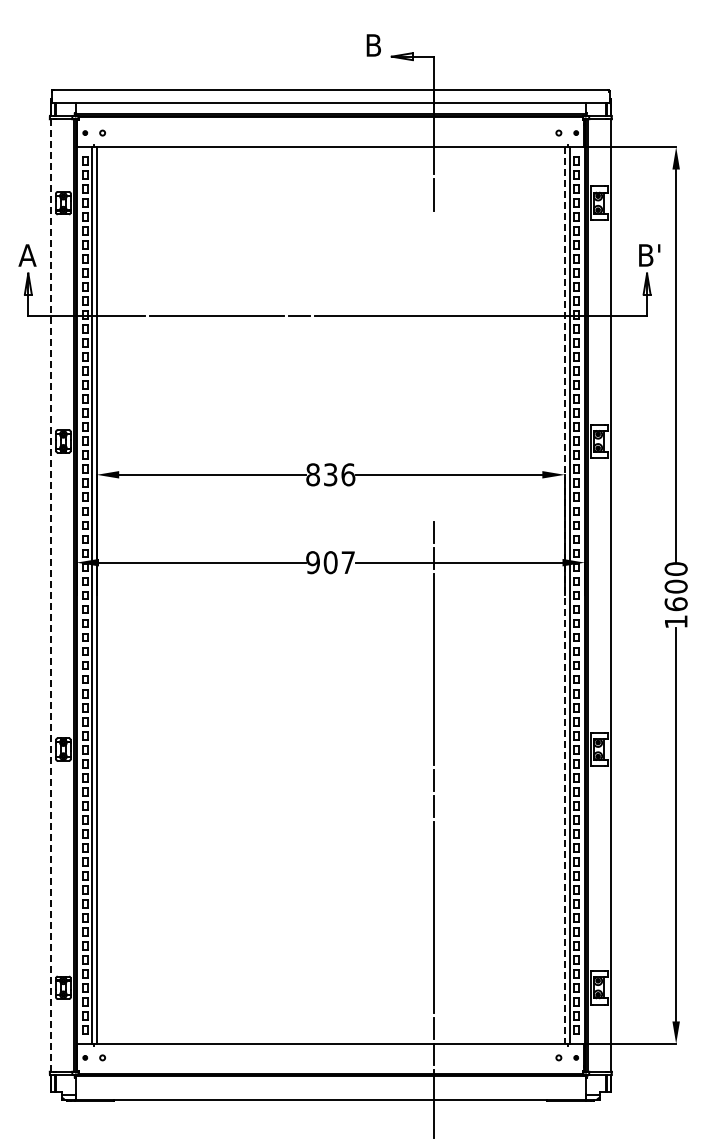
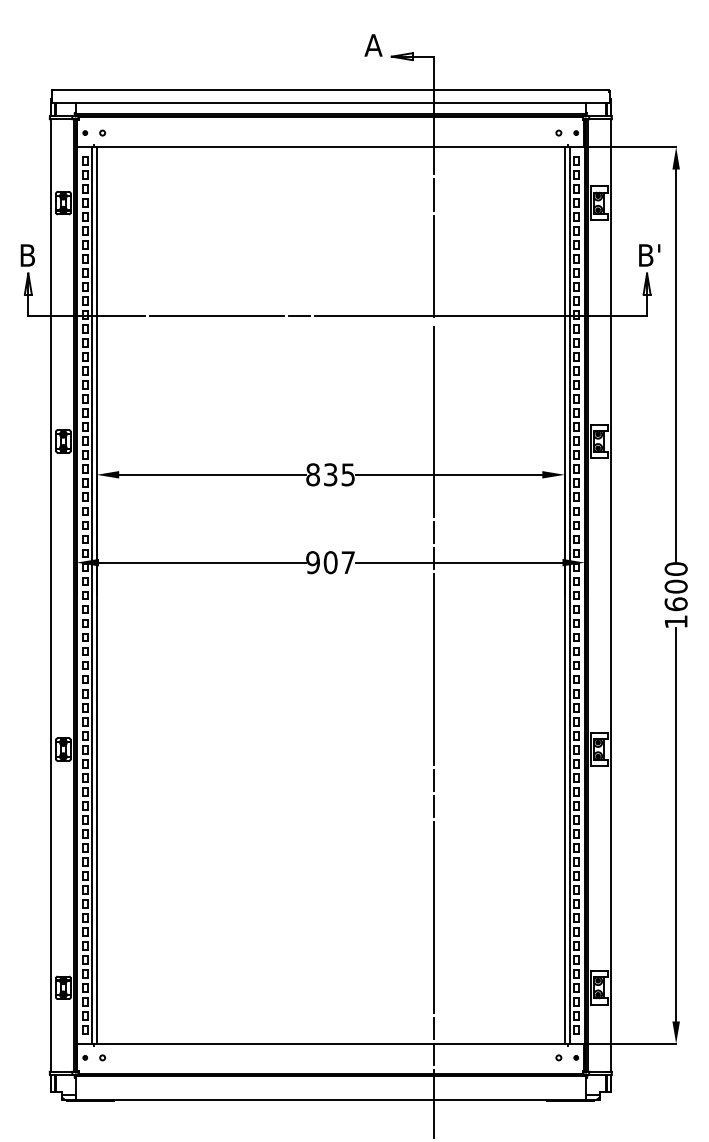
text at (373, 45): B -> A
text at (27, 255): A -> B
line at (433, 266): none -> present
line at (433, 421): none -> present
text at (348, 474): 836 -> 835
line at (50, 596): dashed -> solid
line at (564, 596): dashed -> solid
